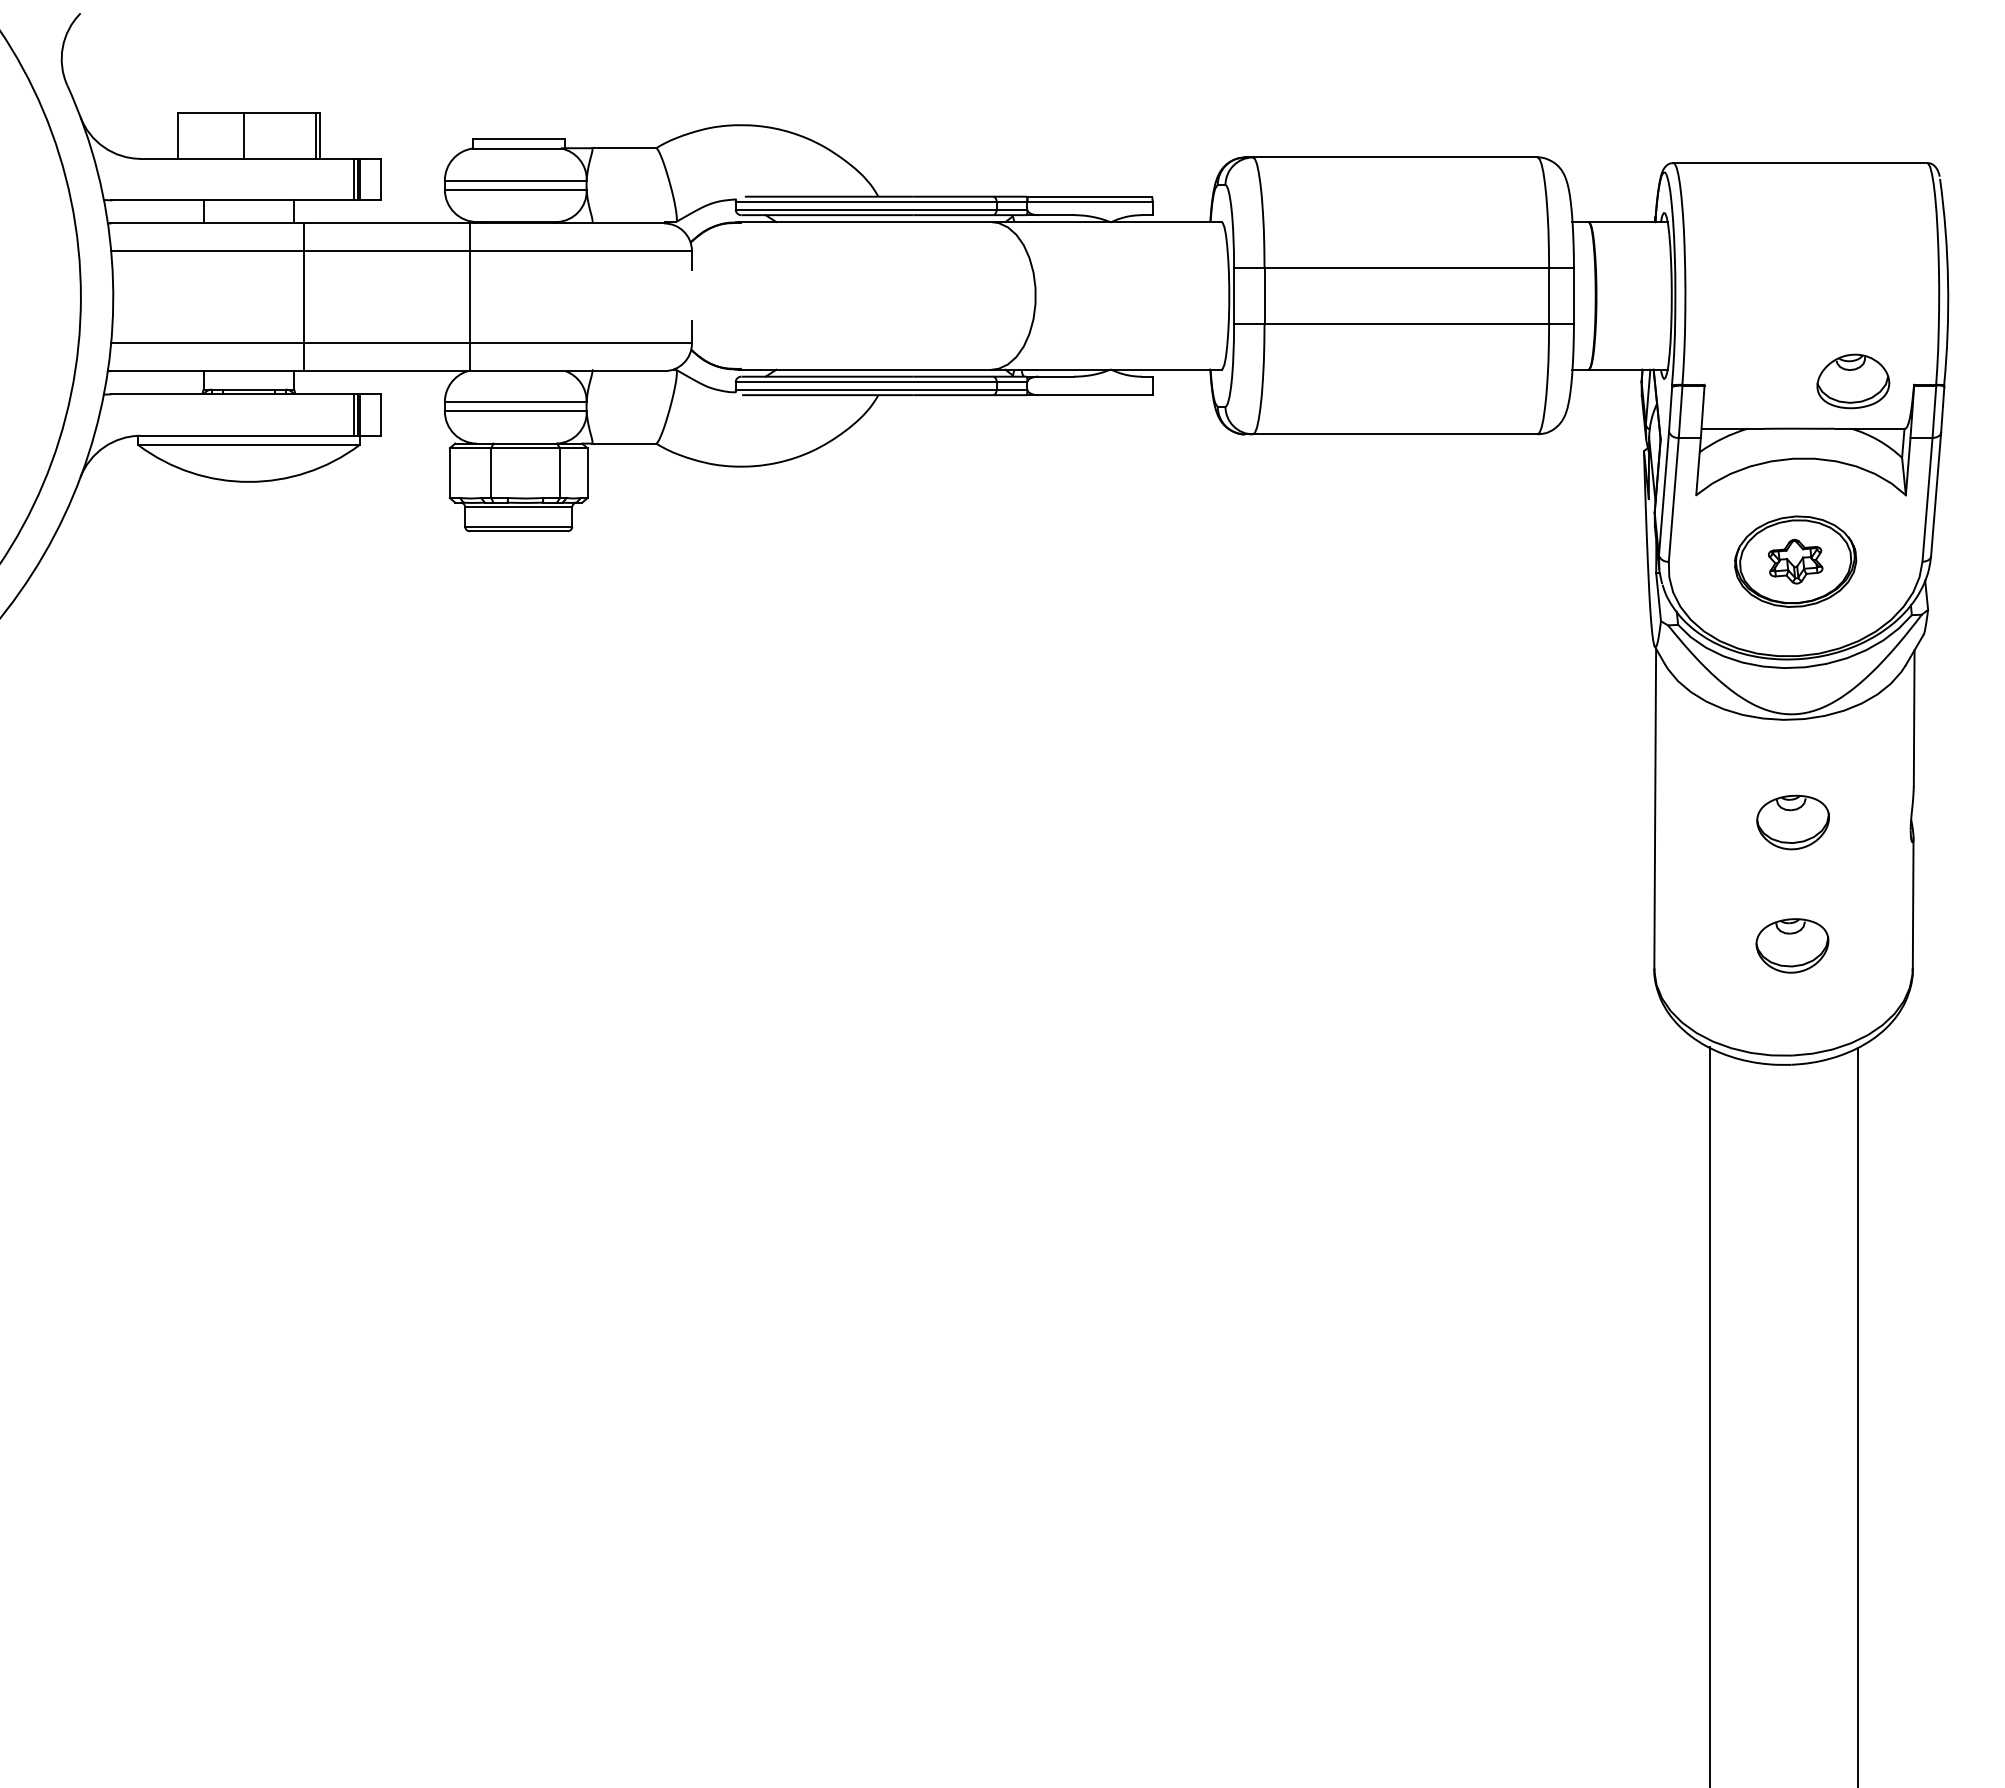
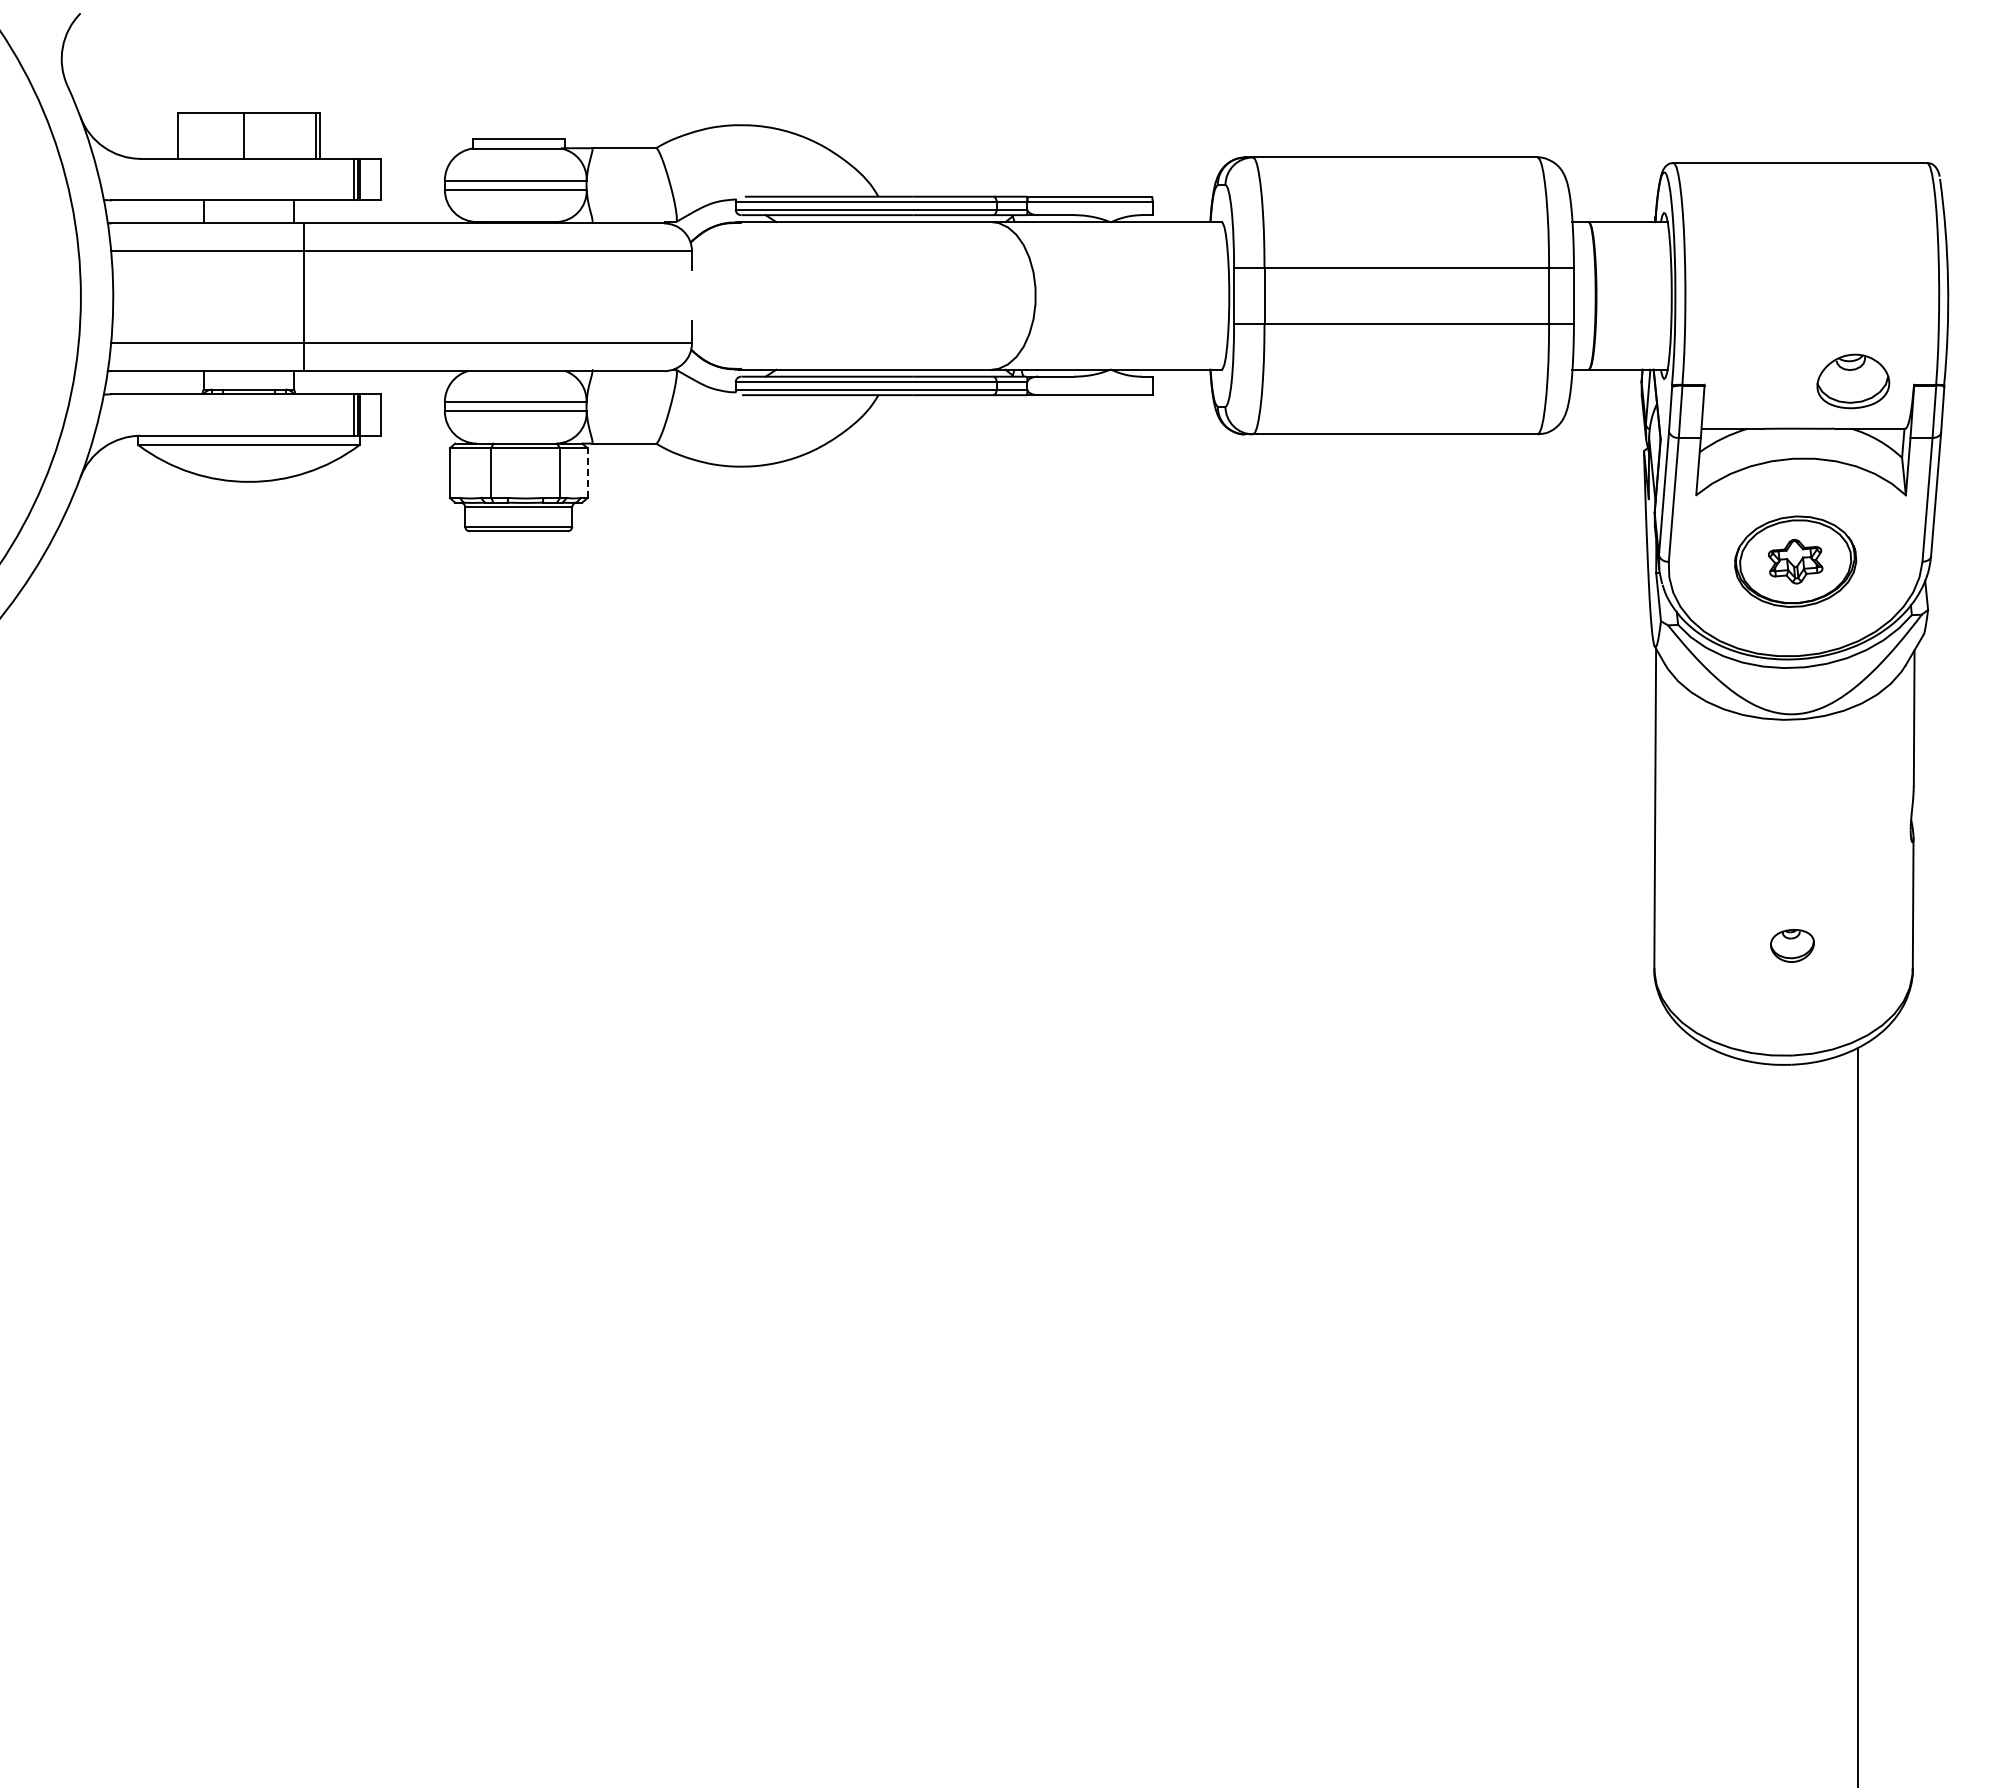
line at (470, 297): present -> none
line at (587, 473): solid -> dashed
part at (1792, 822): present -> none
part at (1792, 945) size: 75x56 px -> 45x34 px
line at (1709, 1415): present -> none
